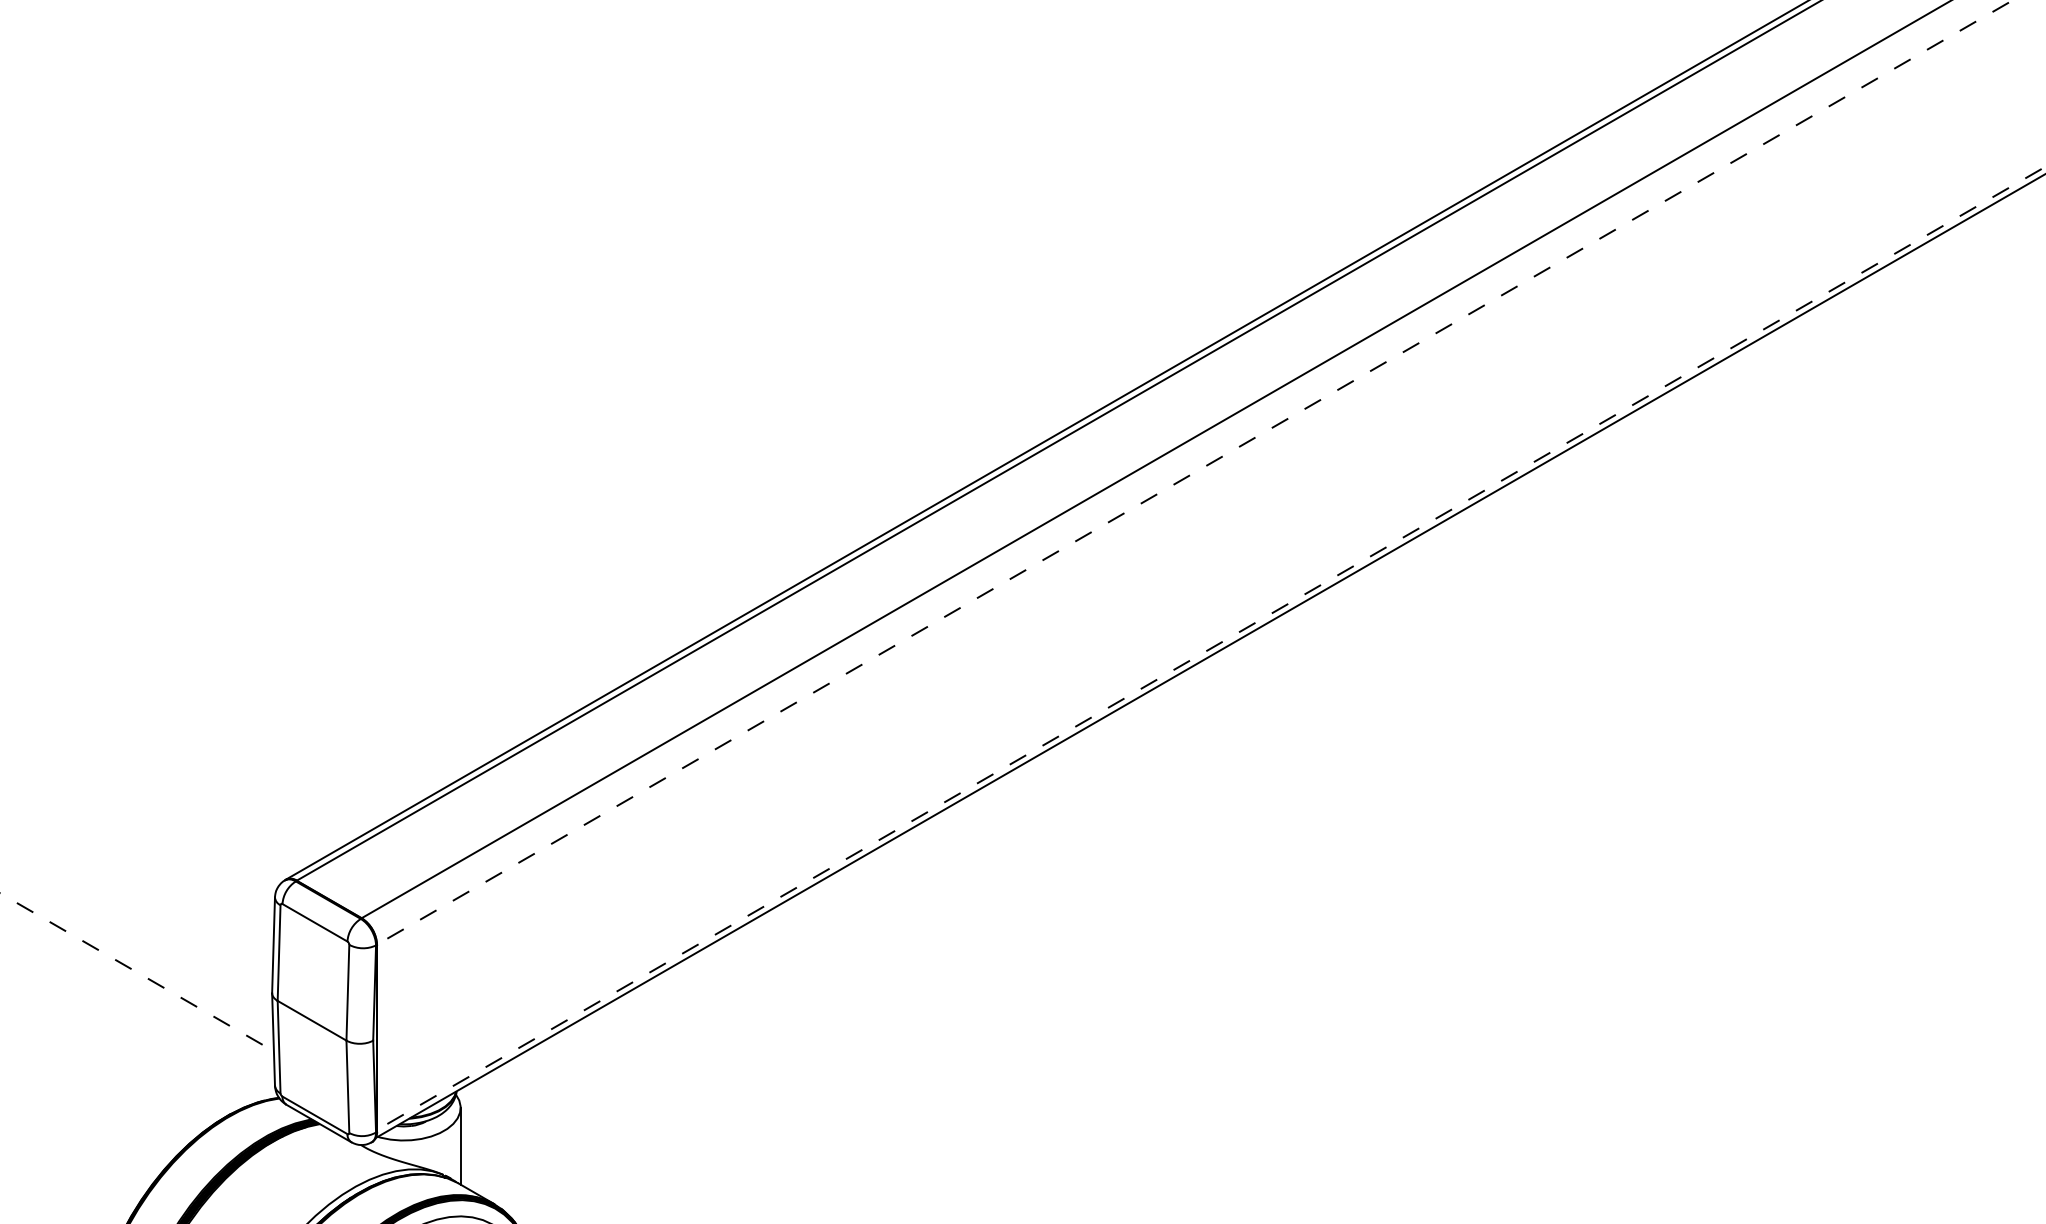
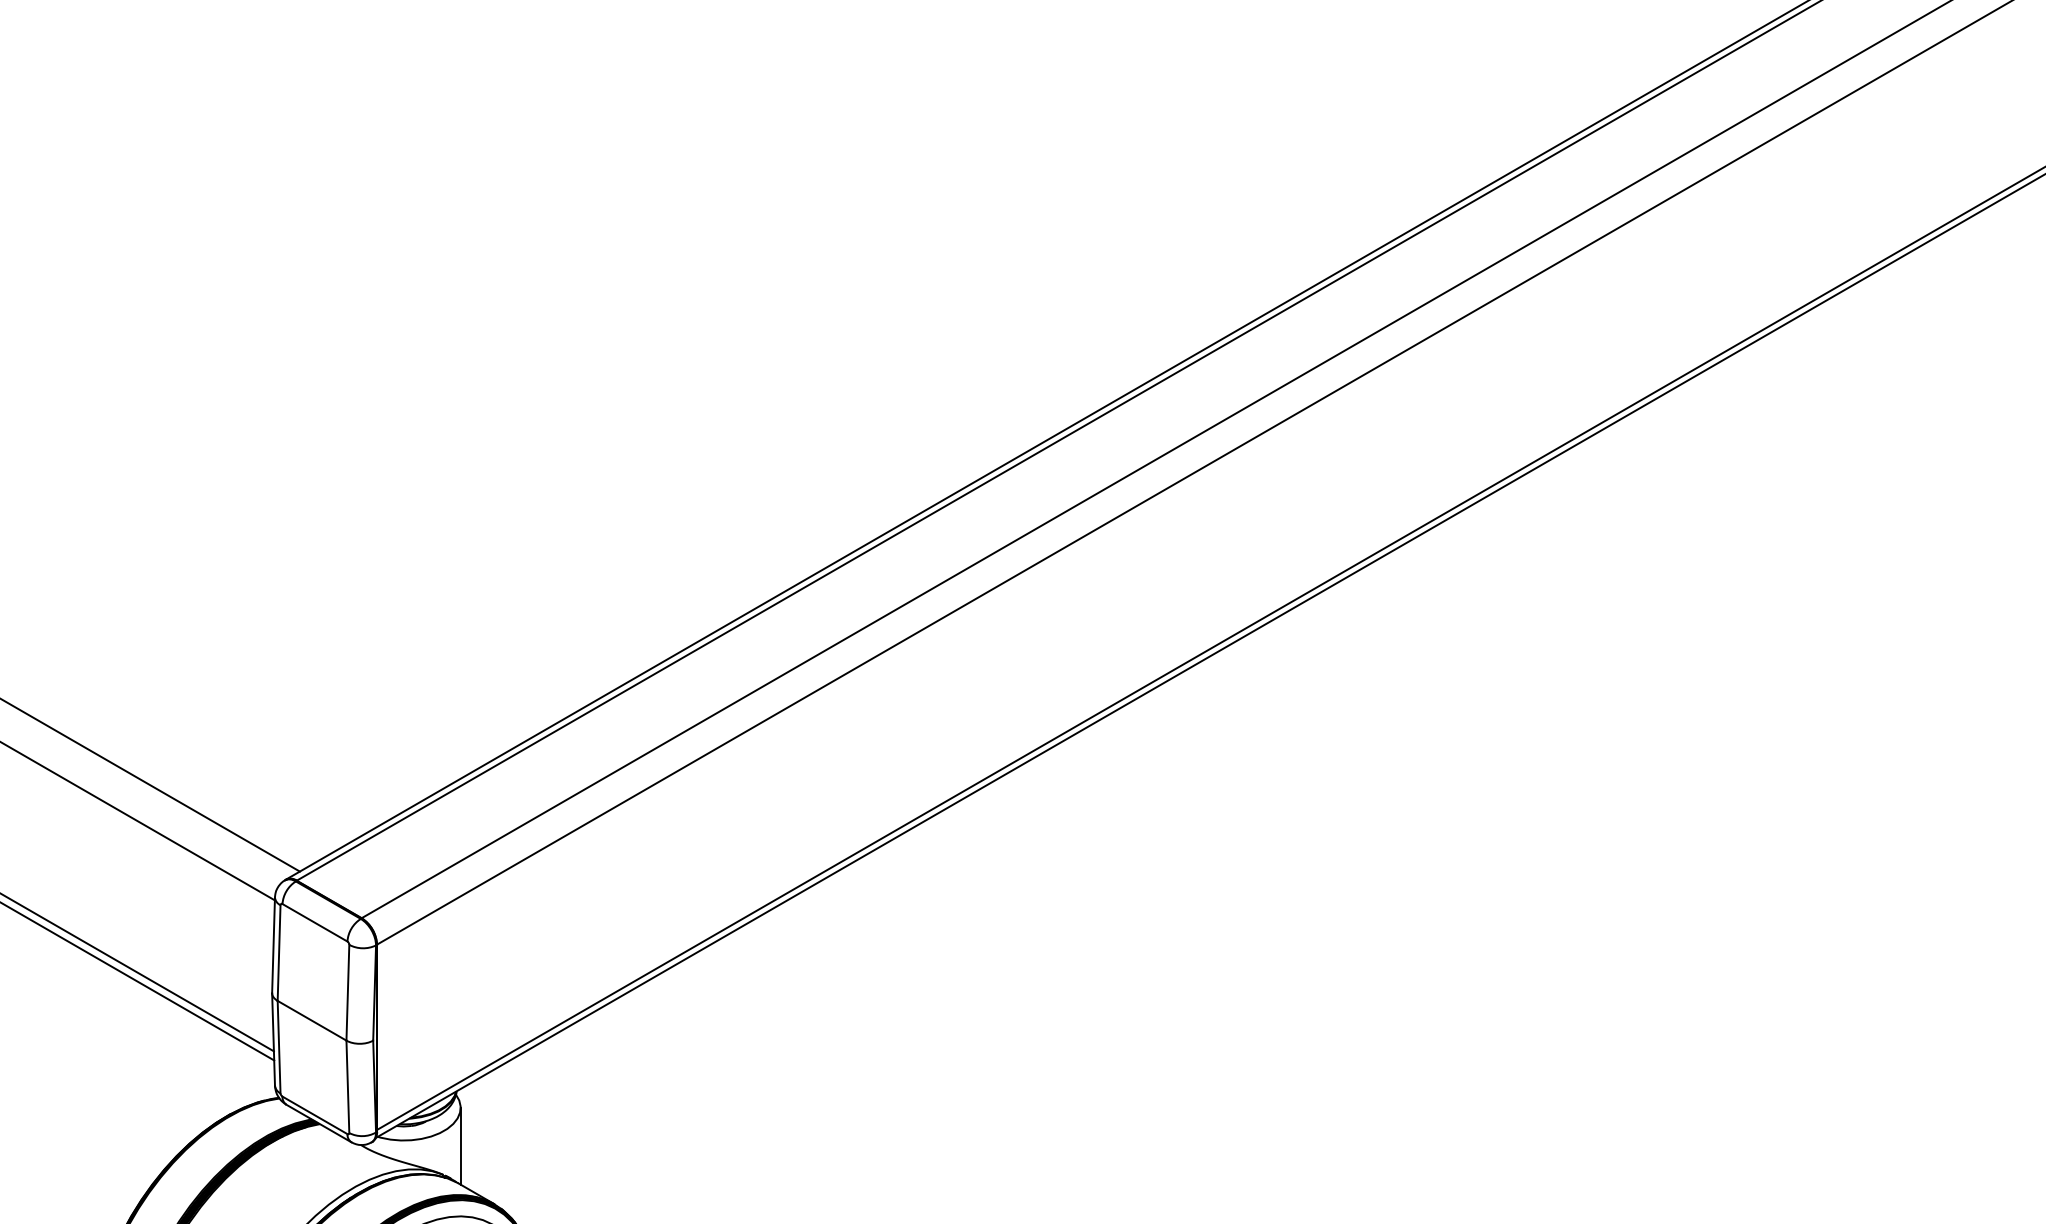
line at (1194, 472): dashed -> solid
line at (1210, 648): dashed -> solid
line at (150, 785): none -> present
line at (138, 821): none -> present
line at (137, 972): dashed -> solid
line at (138, 981): none -> present
